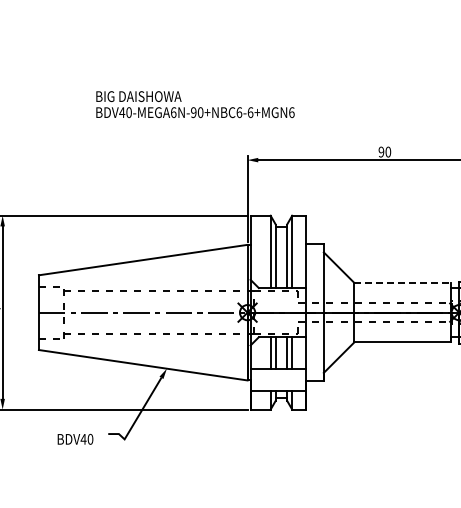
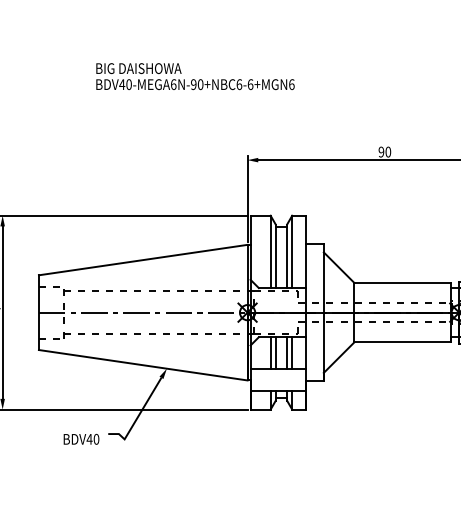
text at (195, 104) position: (195, 104) -> (195, 76)
line at (403, 282): dashed -> solid
text at (75, 438) position: (75, 438) -> (81, 438)
